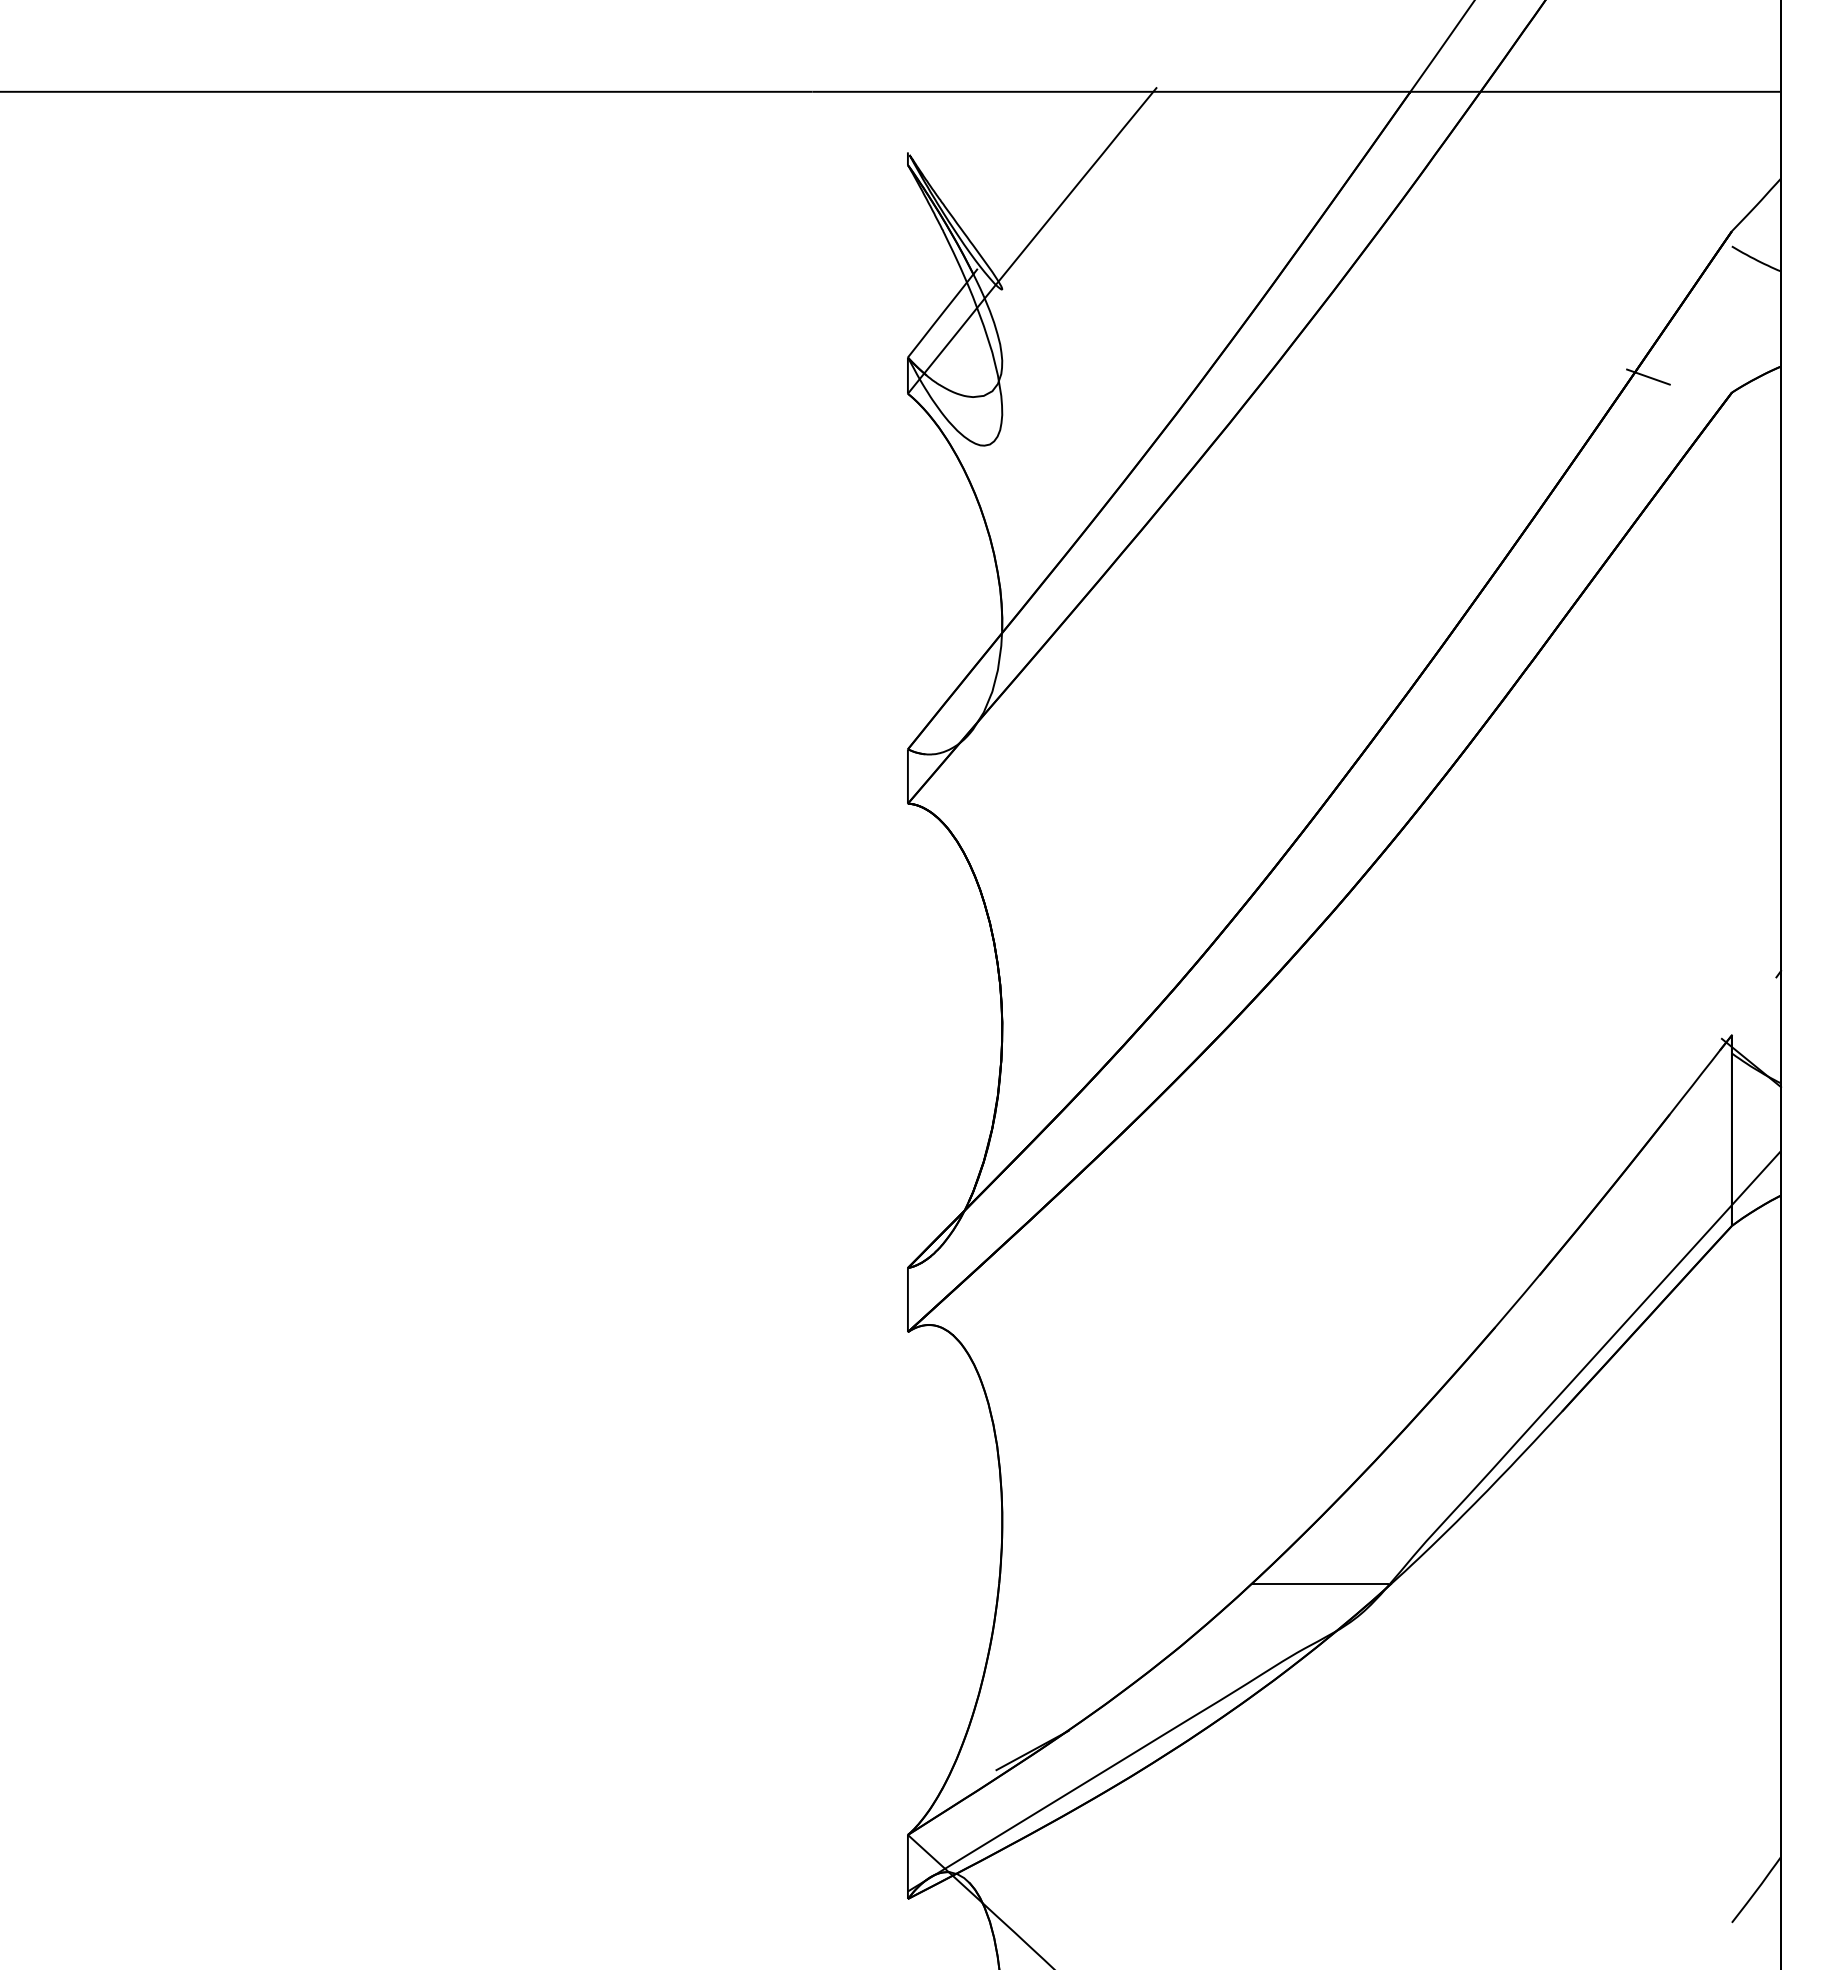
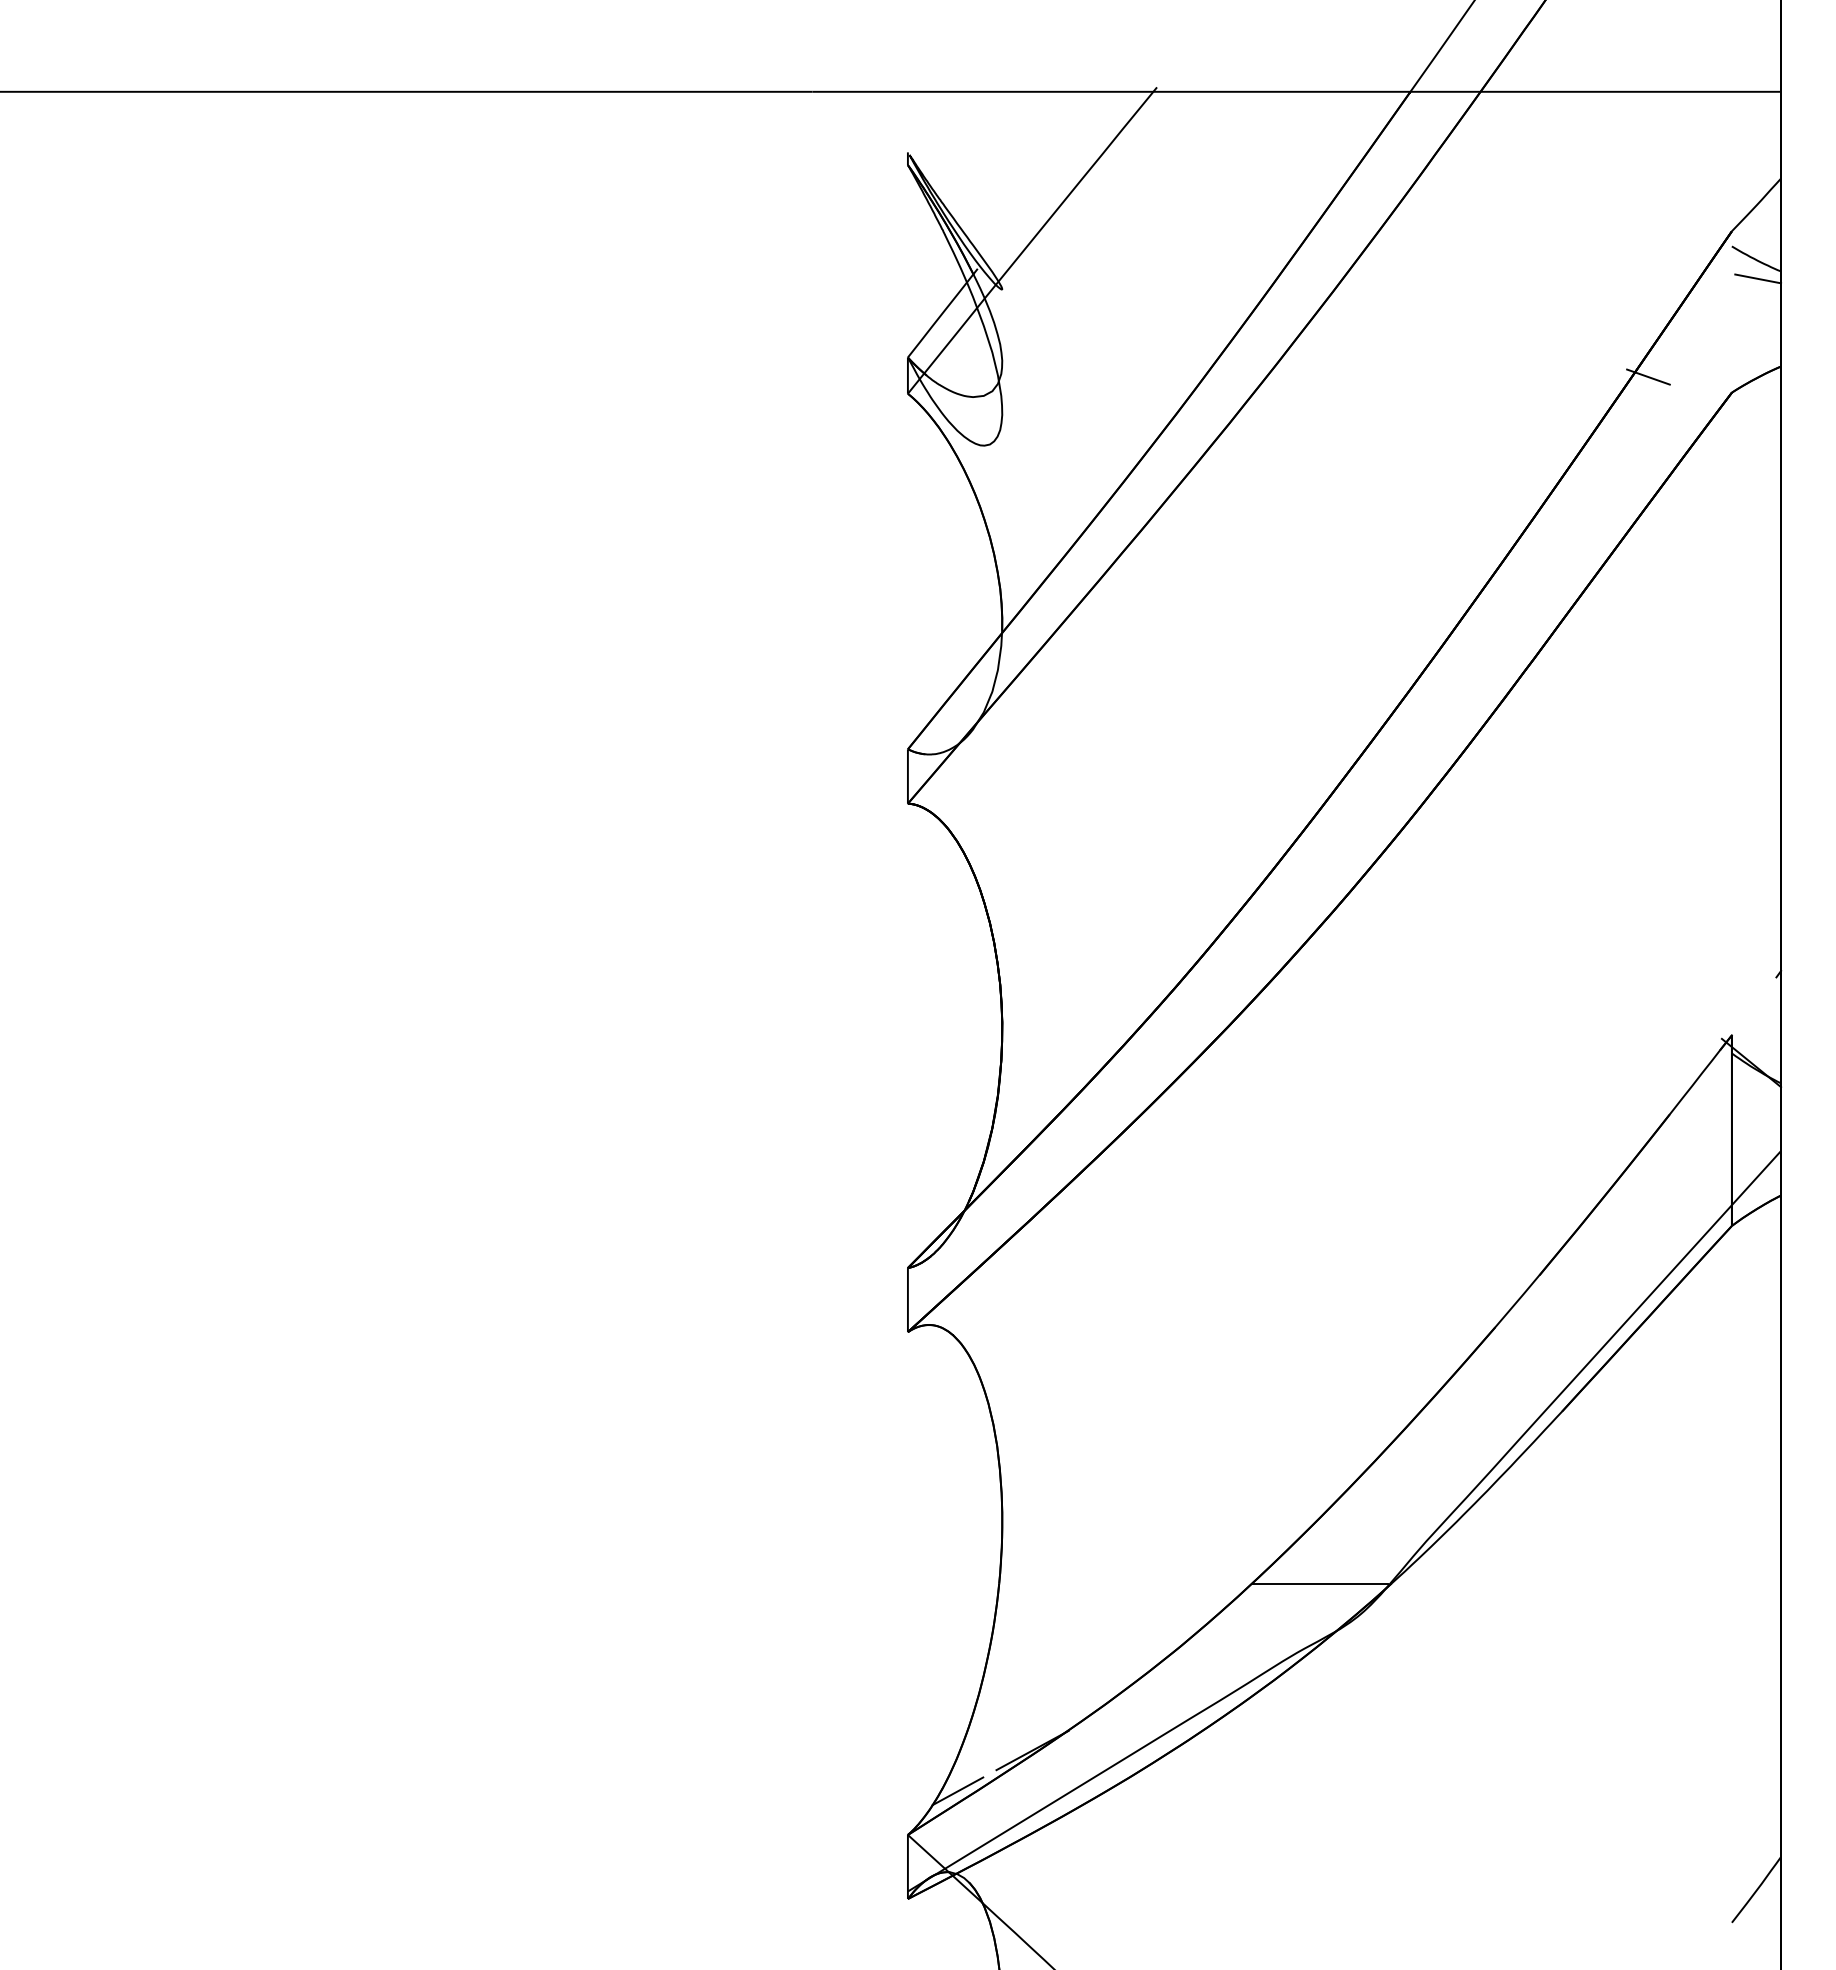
line at (1758, 278): none -> present
line at (957, 1791): none -> present
